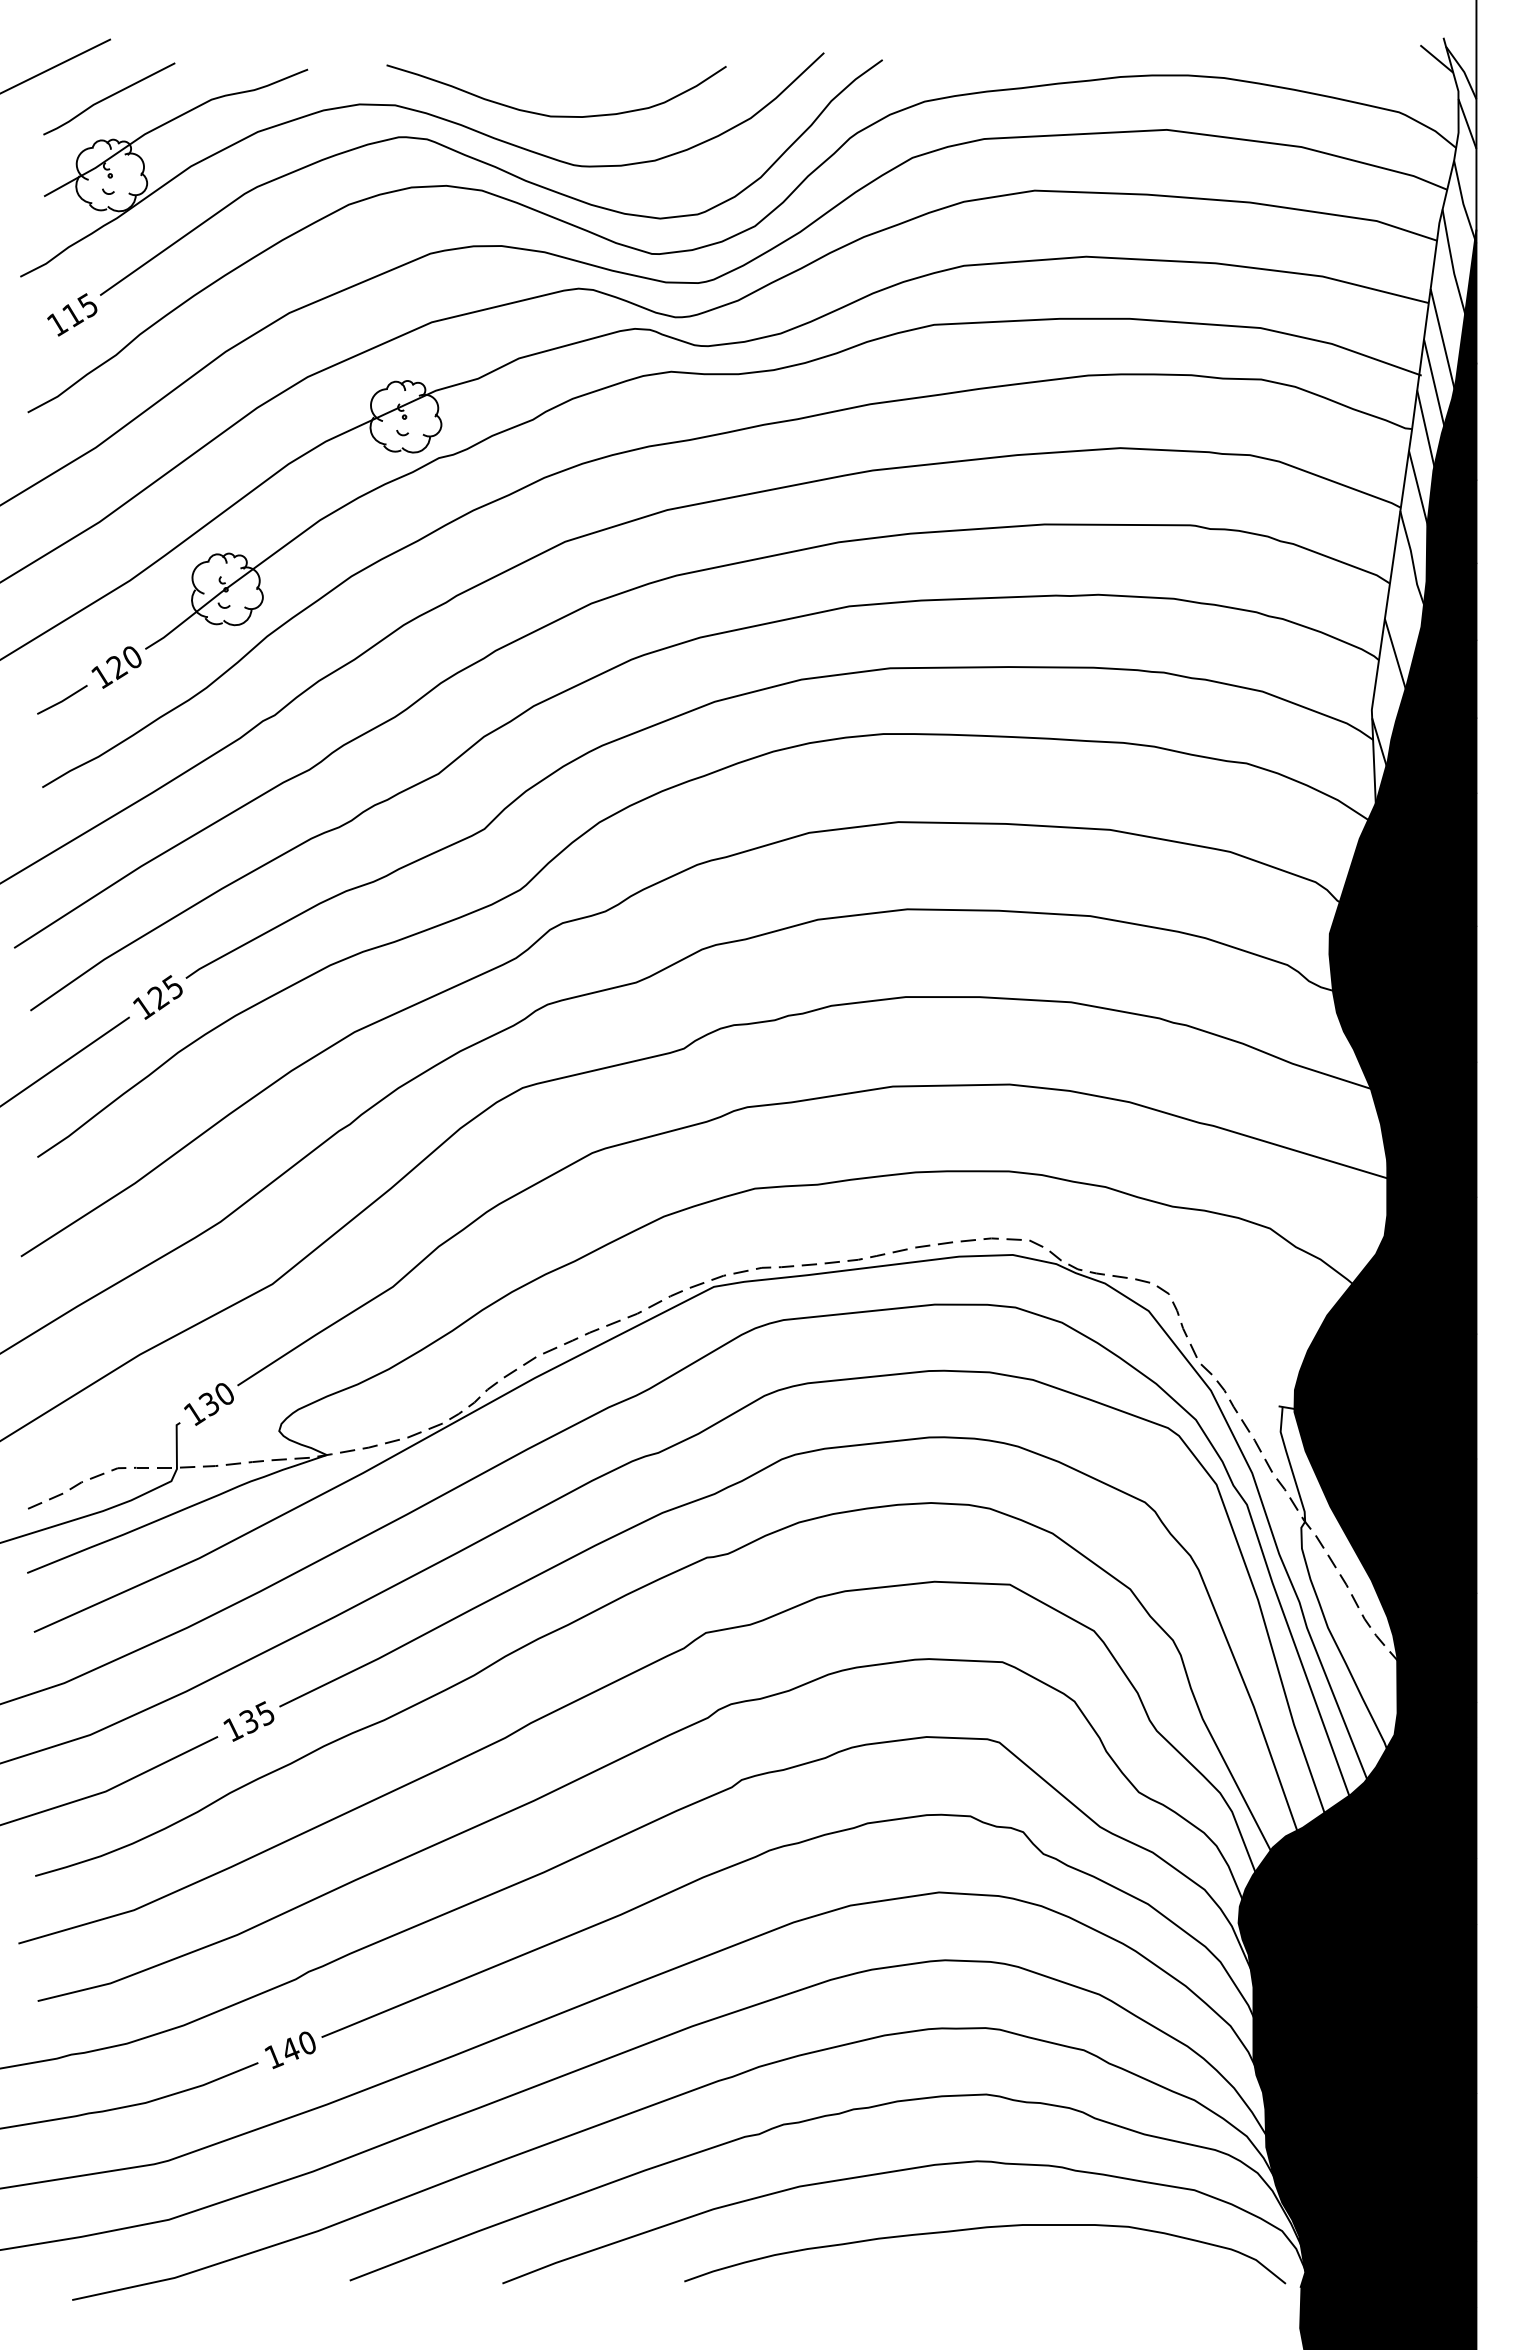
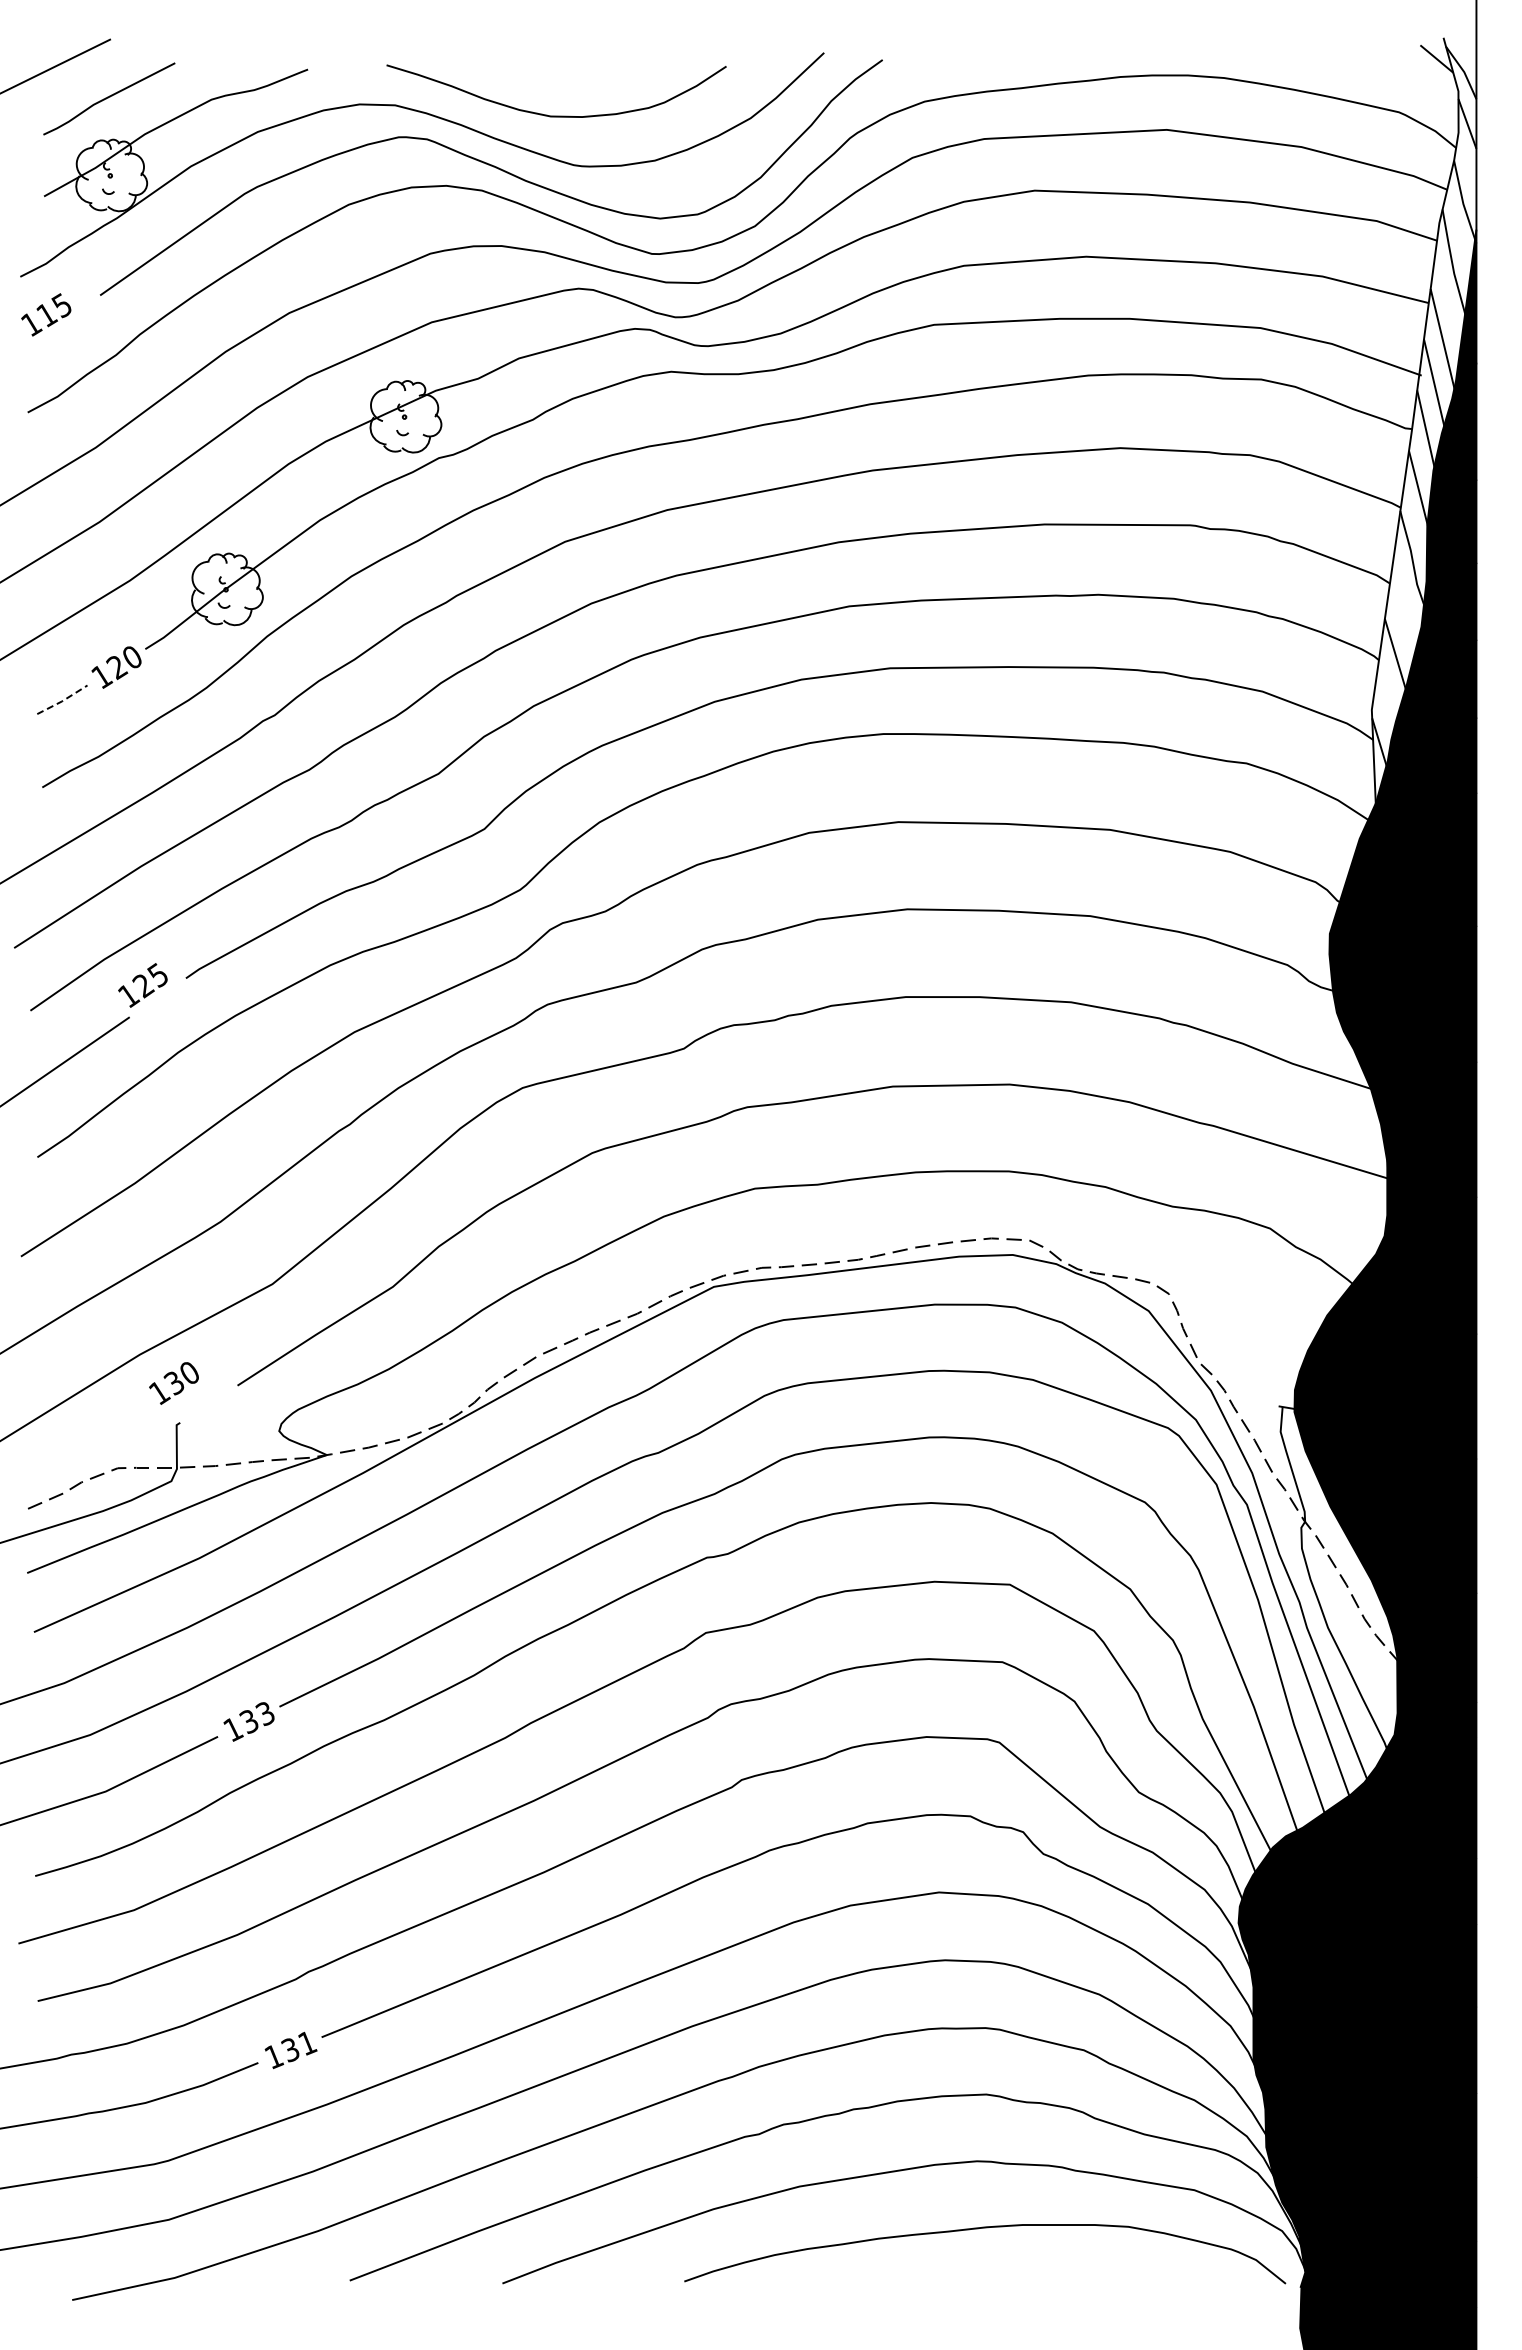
text at (72, 314) position: (72, 314) -> (46, 314)
line at (62, 700): solid -> dashed
text at (157, 997) position: (157, 997) -> (142, 985)
text at (208, 1404) position: (208, 1404) -> (173, 1383)
text at (264, 1711): 135 -> 133
text at (299, 2046): 140 -> 131
